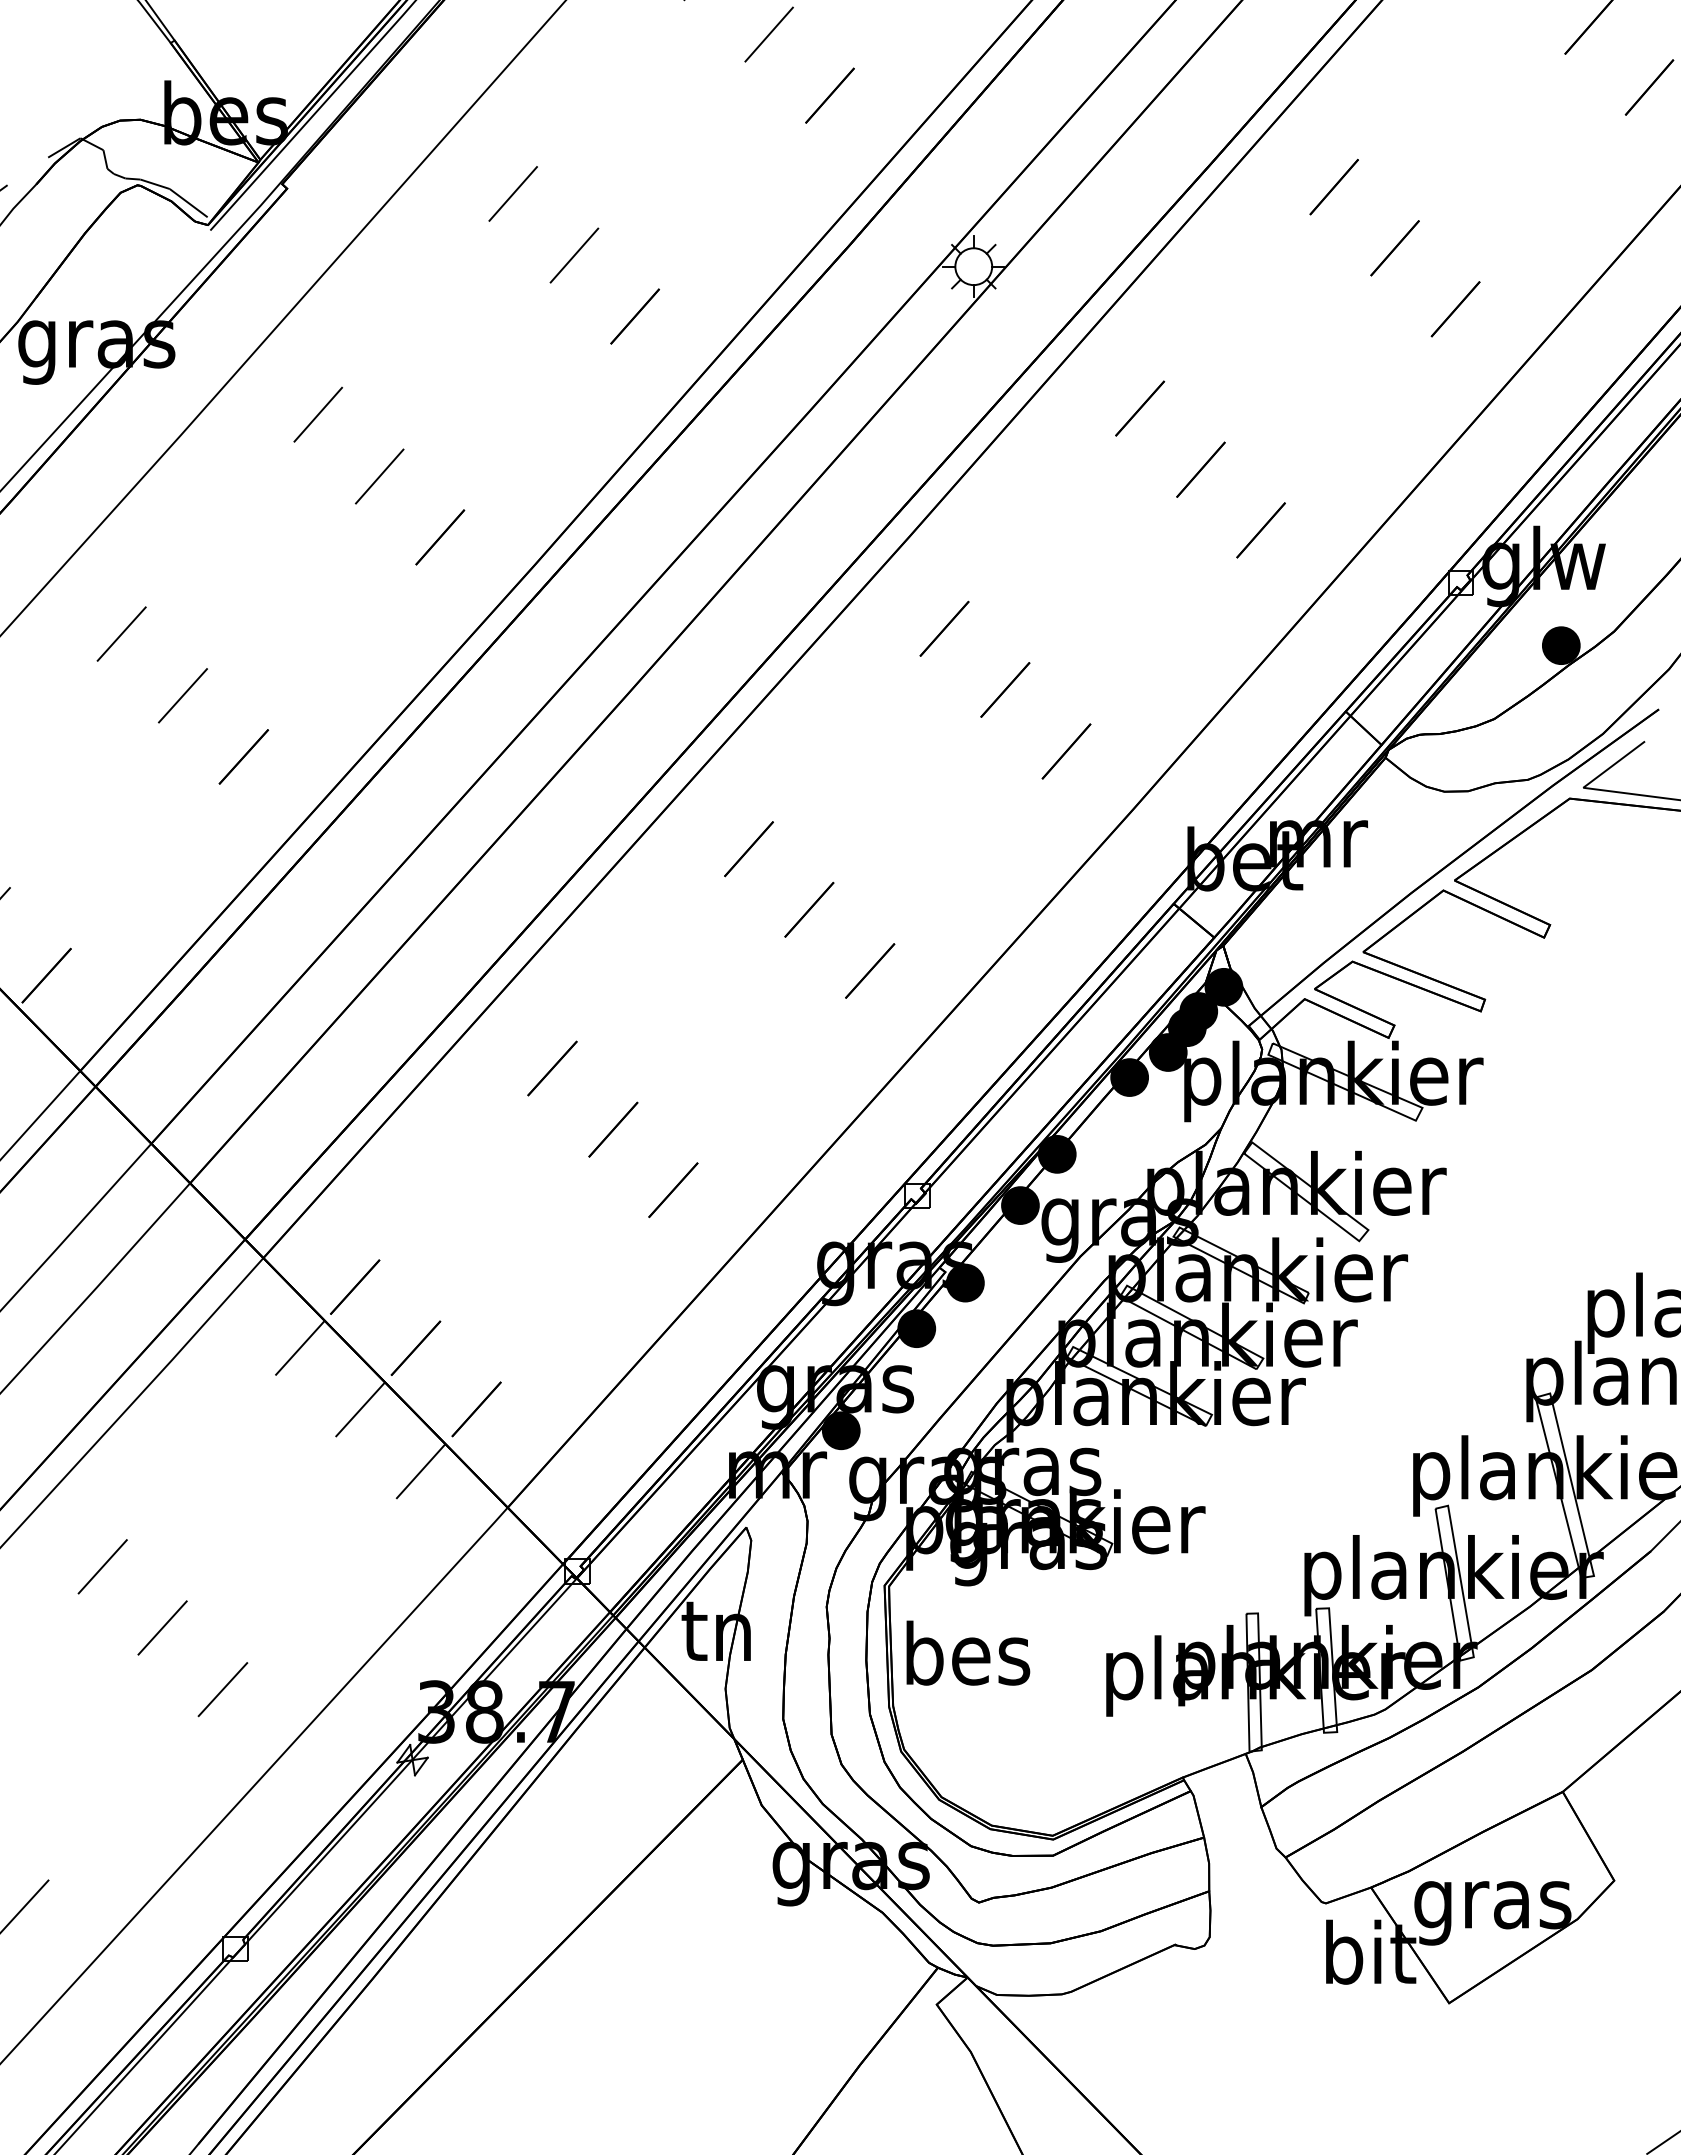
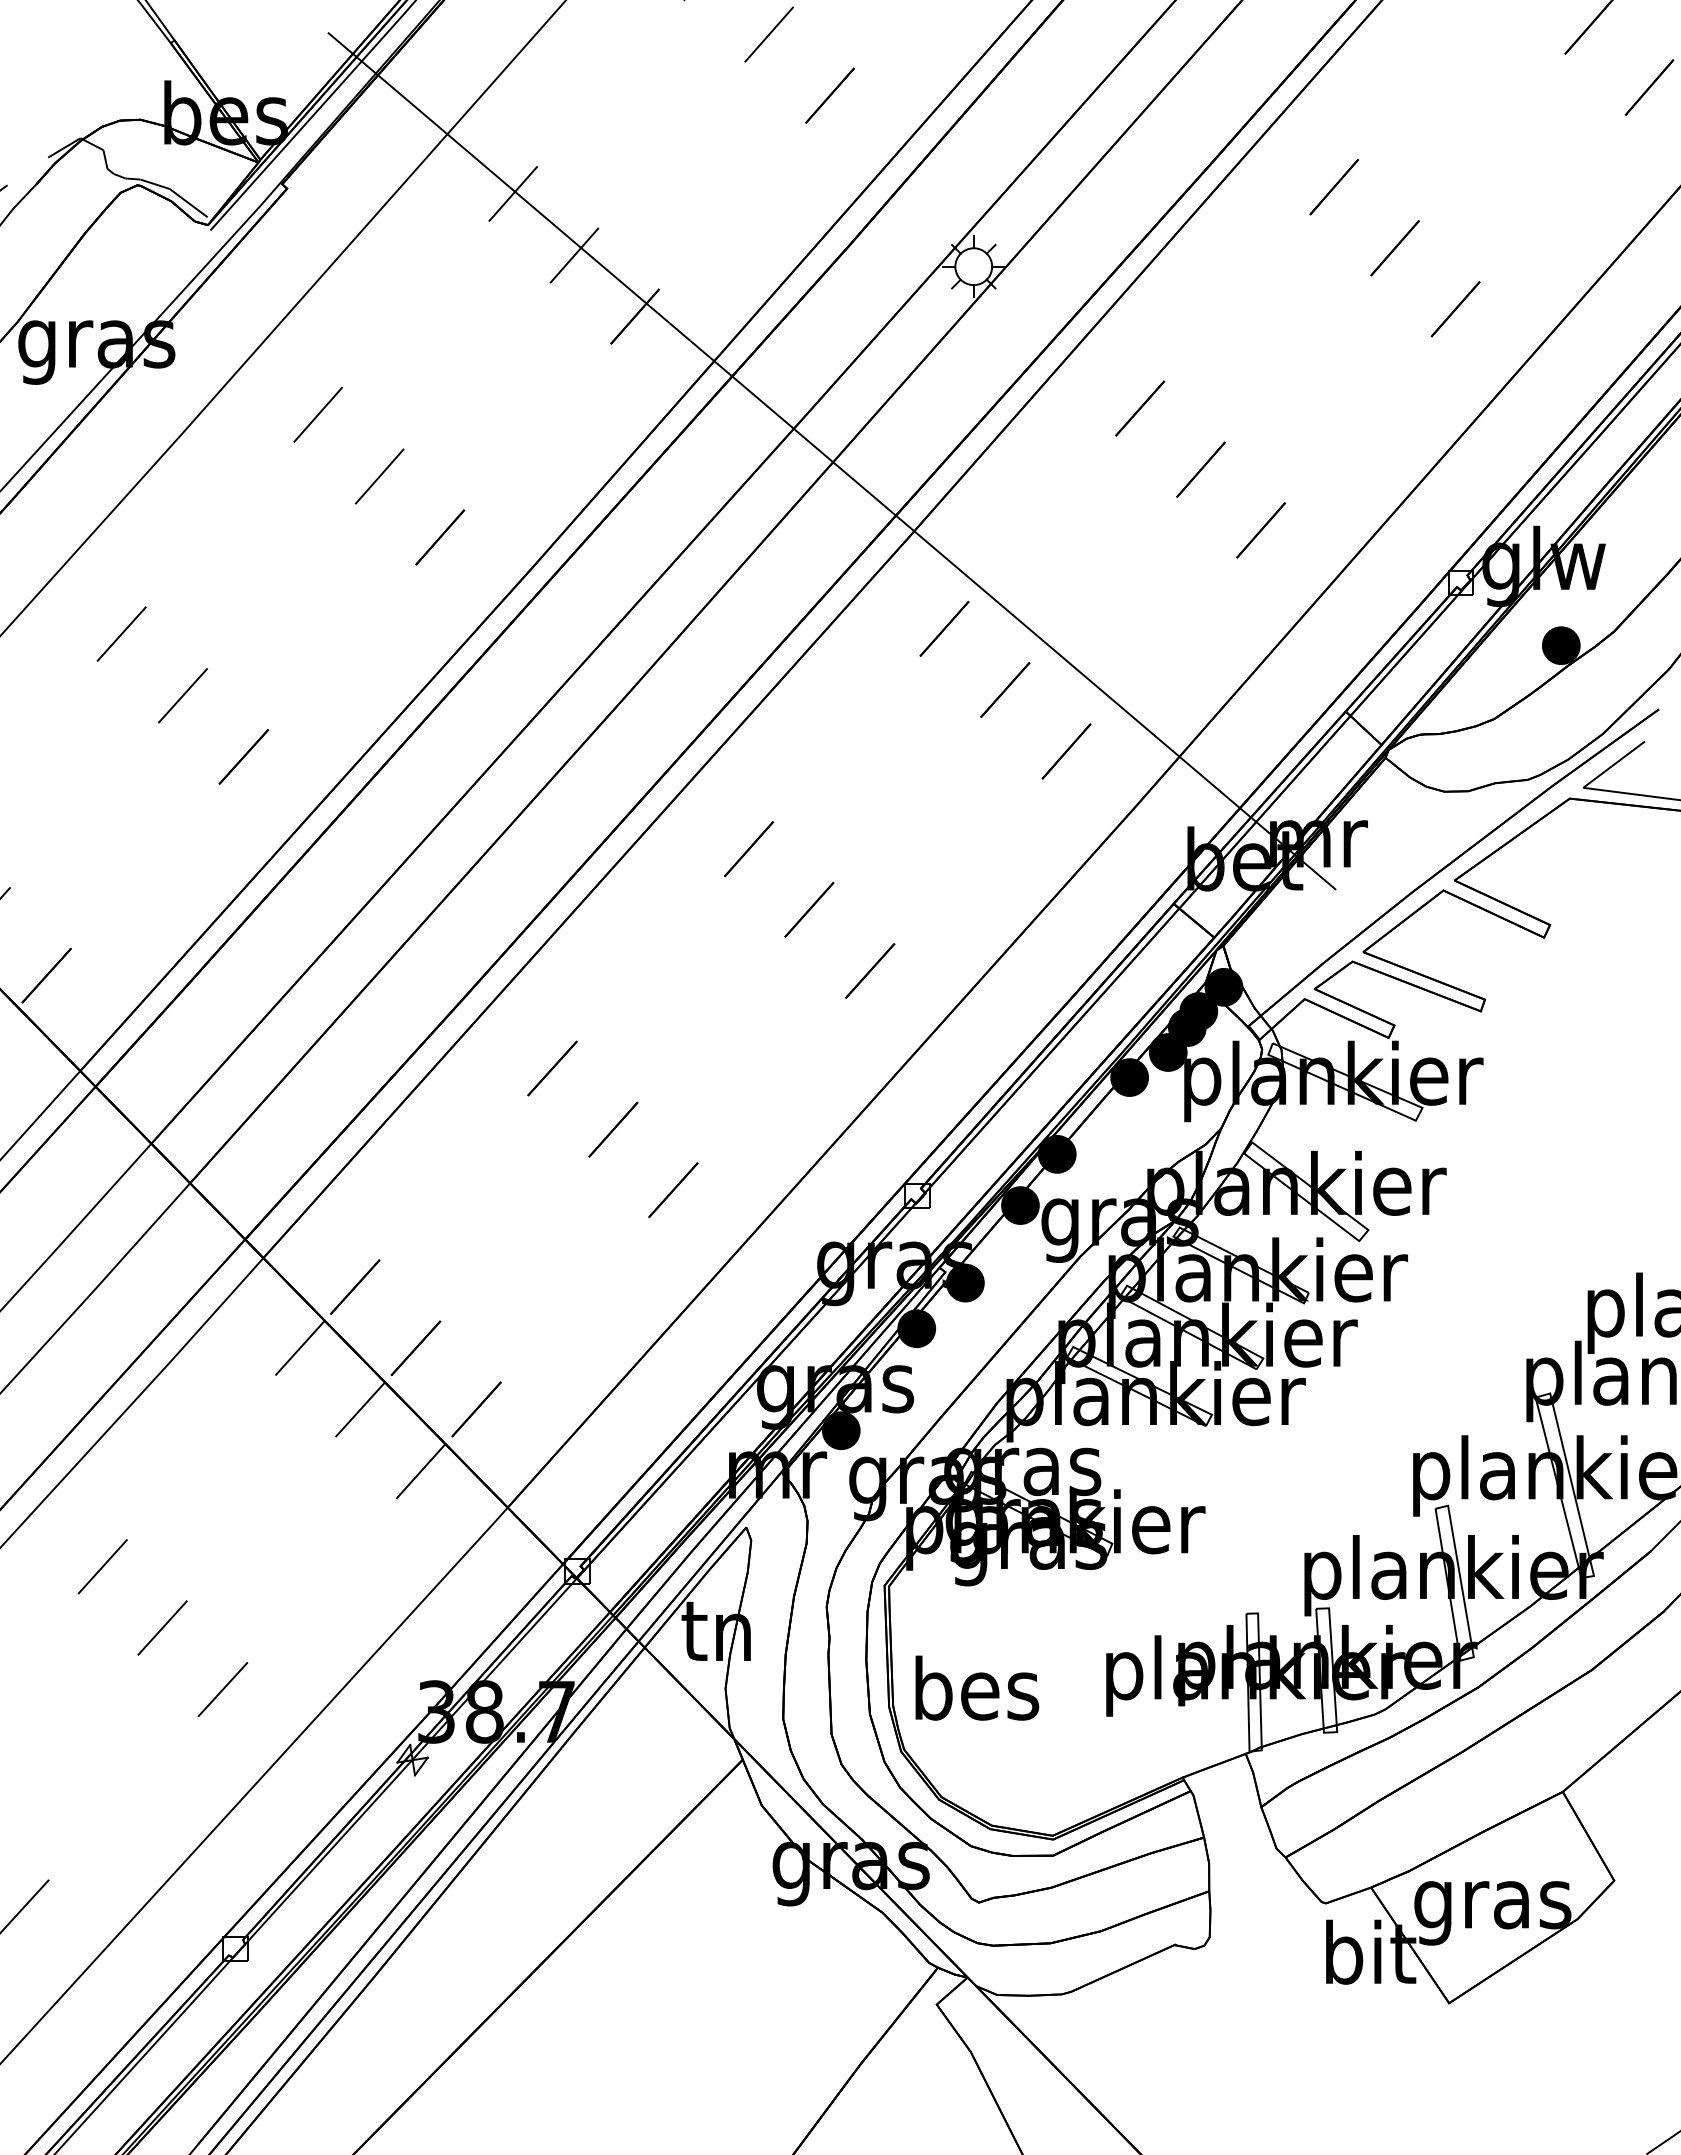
line at (831, 461): none -> present
text at (968, 1652) position: (968, 1652) -> (977, 1687)
